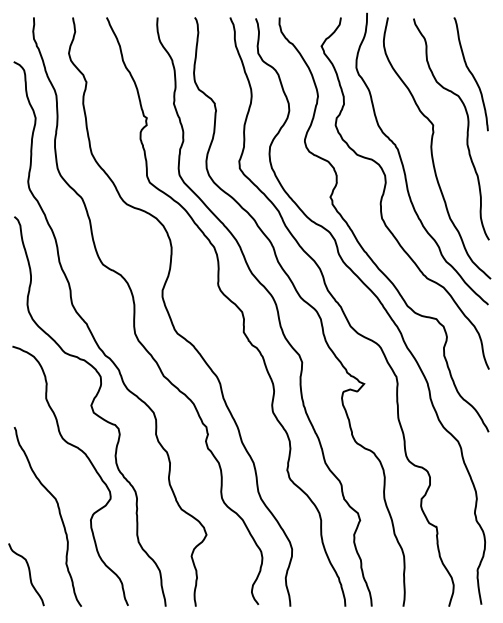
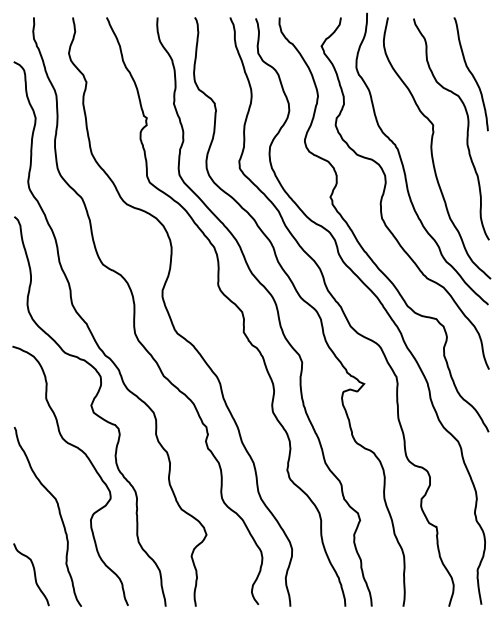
curve at (28, 572) position: (28, 572) -> (33, 572)
